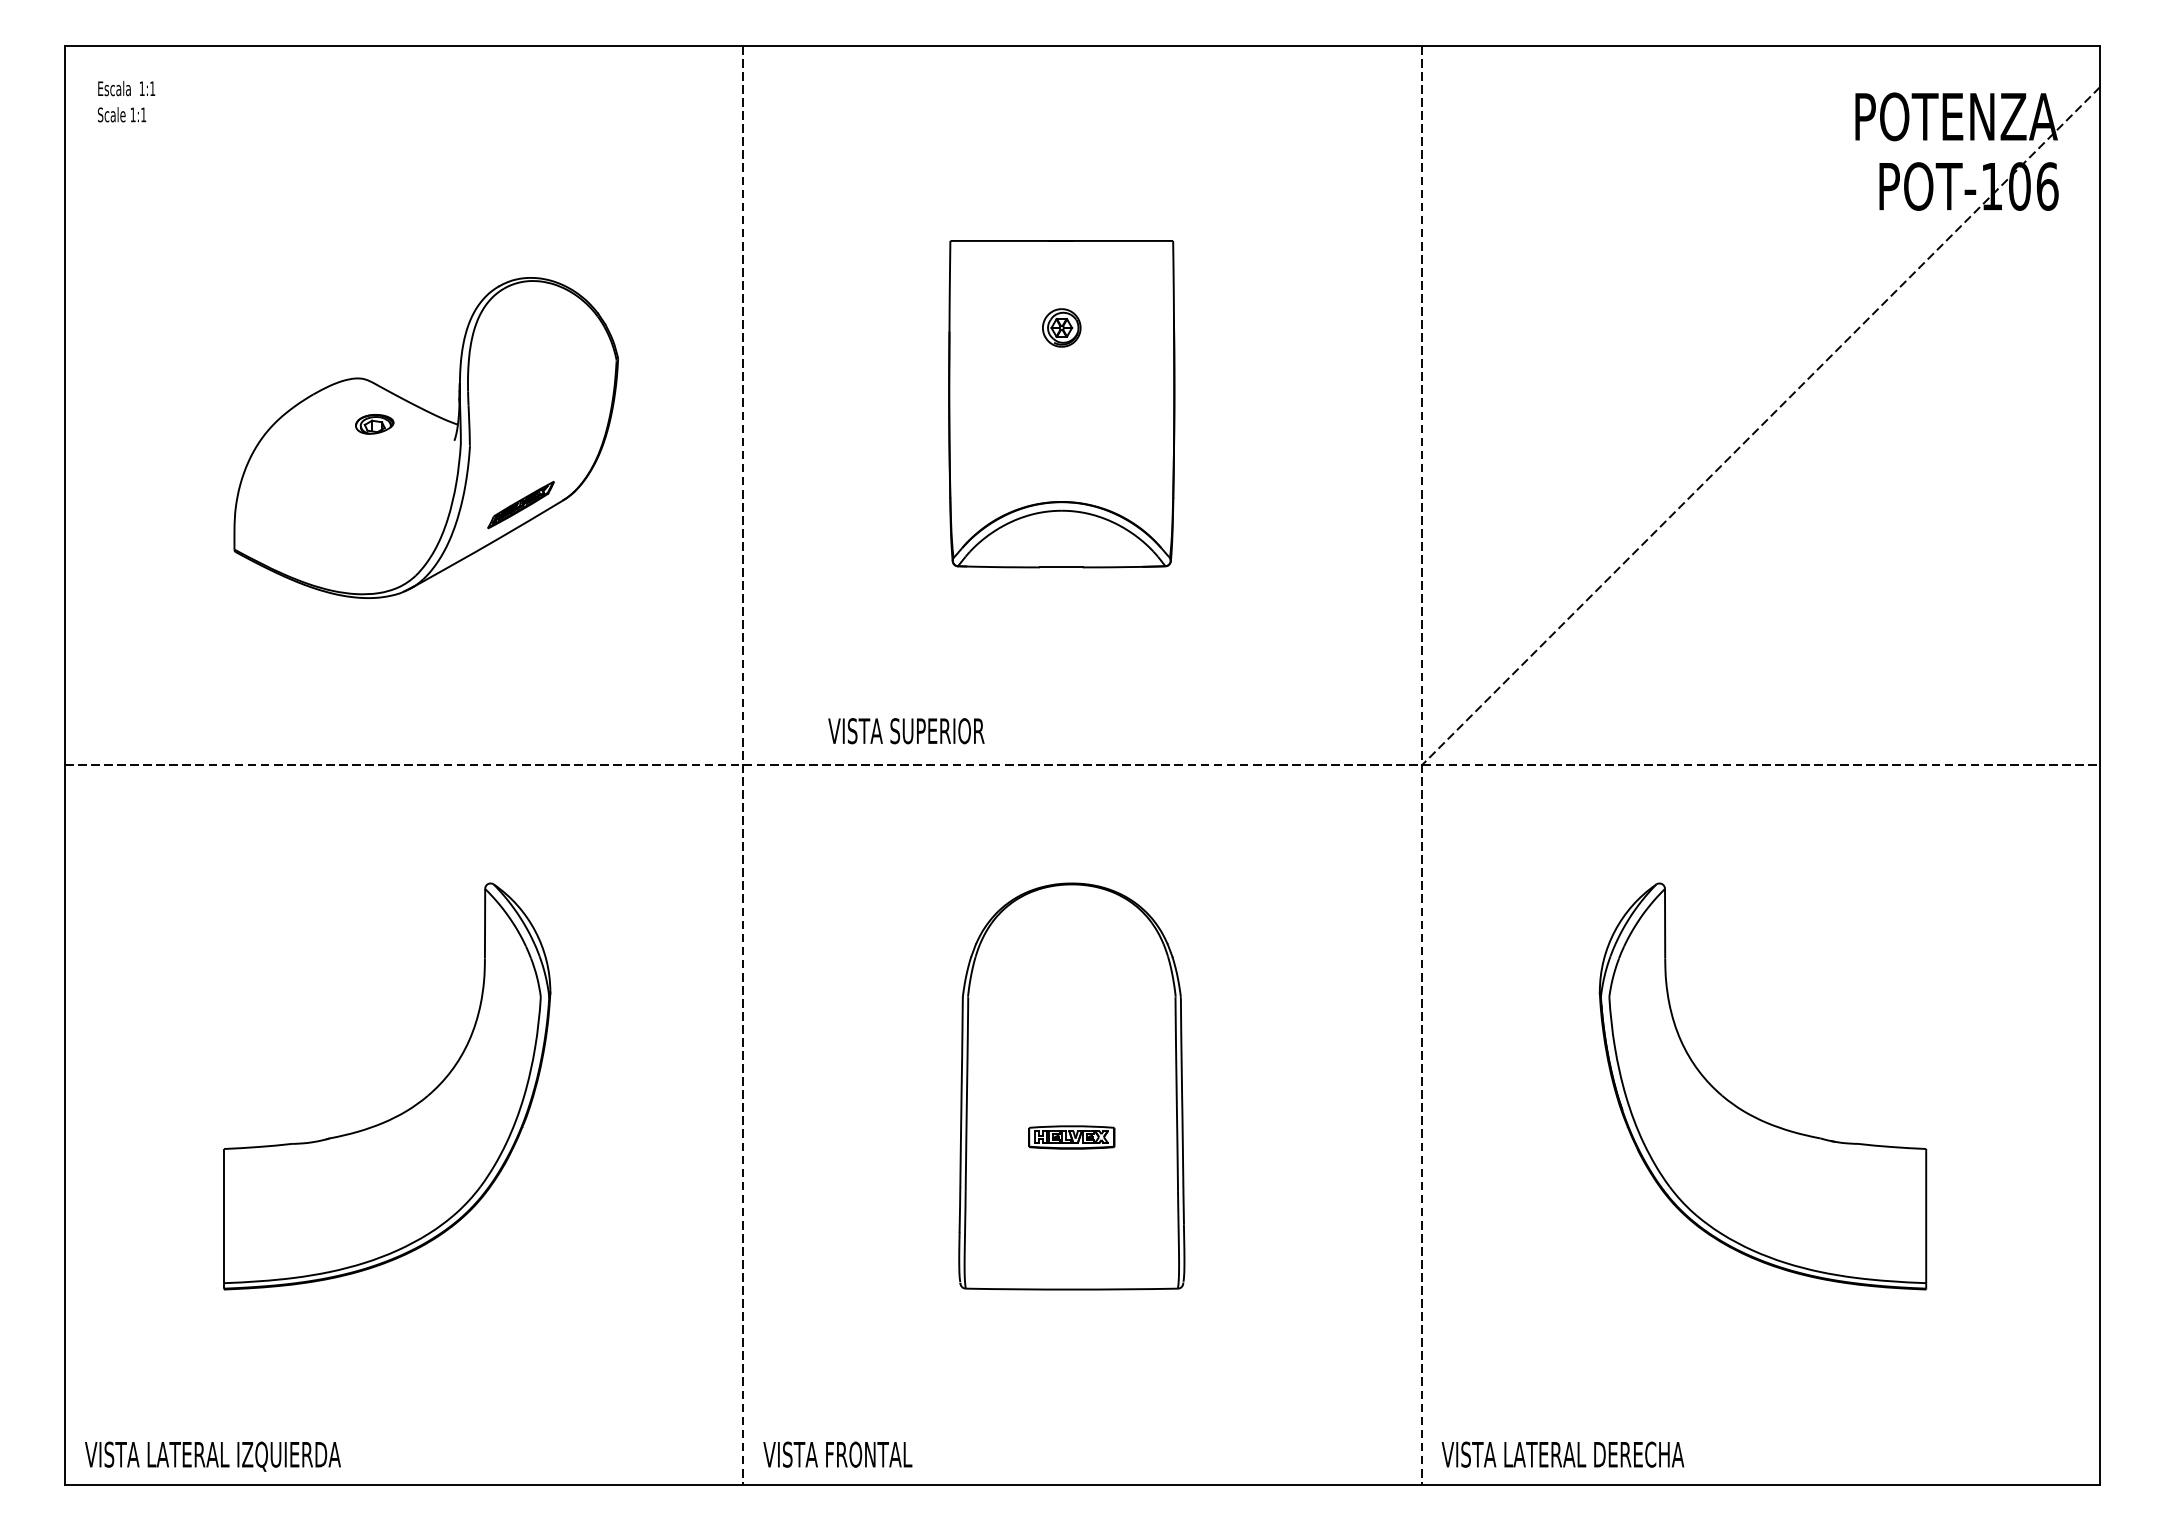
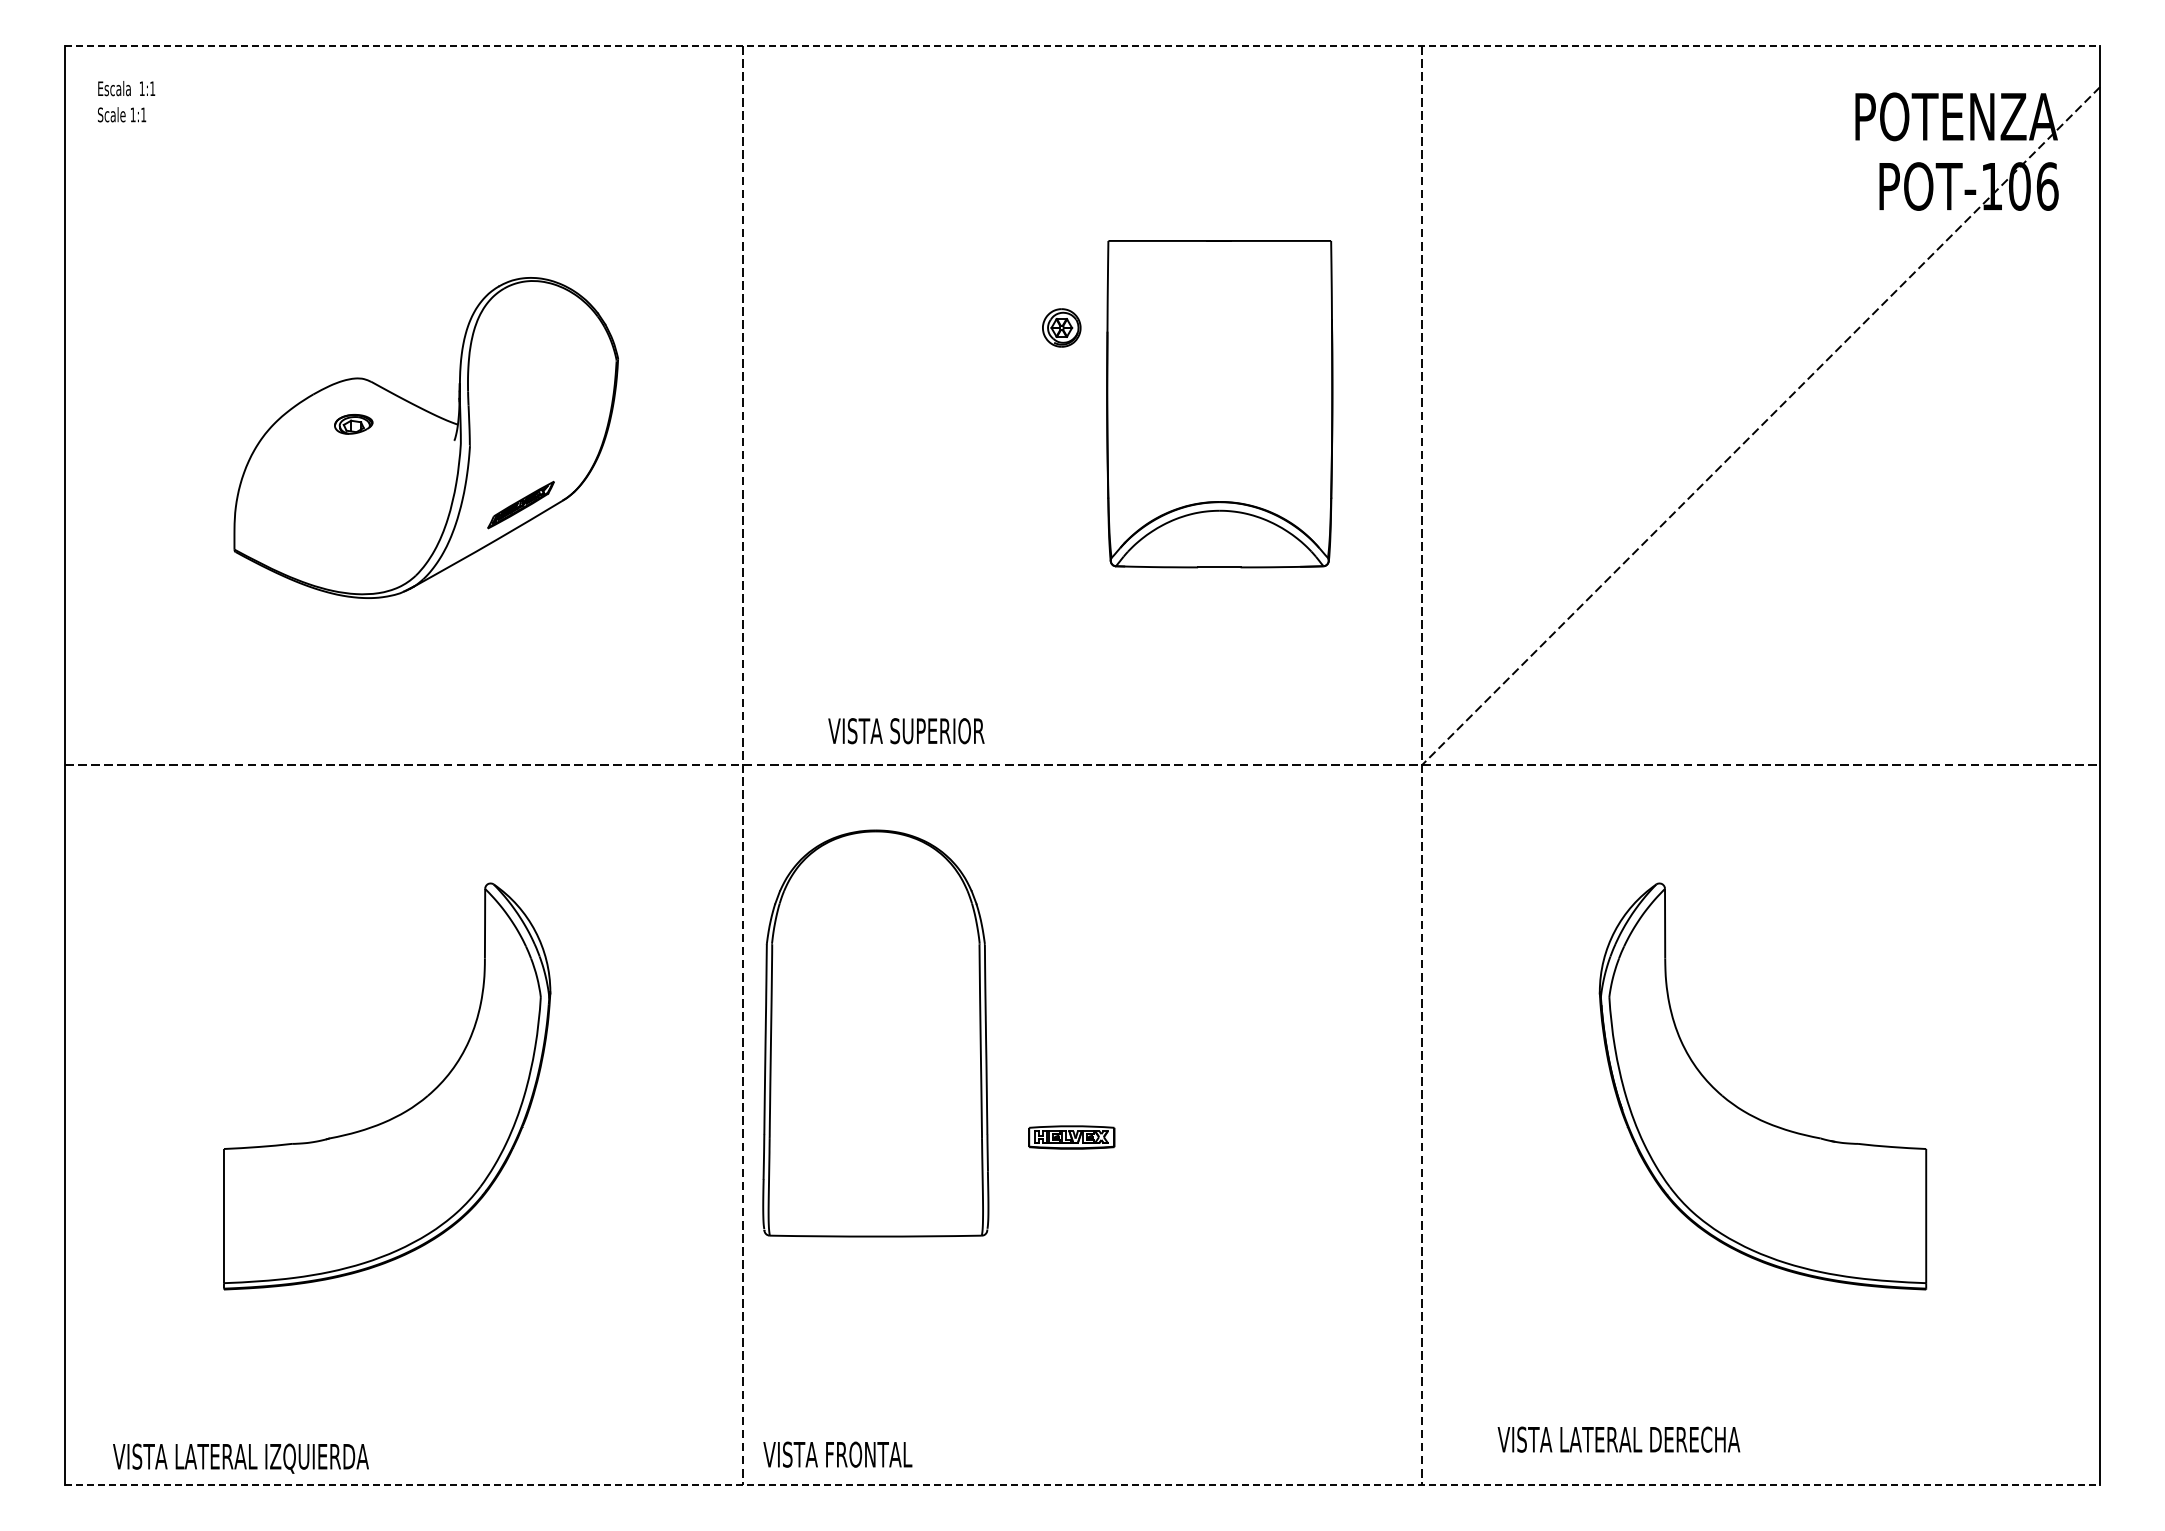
line at (1082, 46): solid -> dashed
part at (1061, 404) position: (1061, 404) -> (1219, 404)
part at (374, 424) position: (374, 424) -> (353, 424)
part at (1071, 1086) position: (1071, 1086) -> (875, 1033)
text at (1562, 1454) position: (1562, 1454) -> (1618, 1439)
text at (212, 1456) position: (212, 1456) -> (240, 1458)
line at (1082, 1484): solid -> dashed
